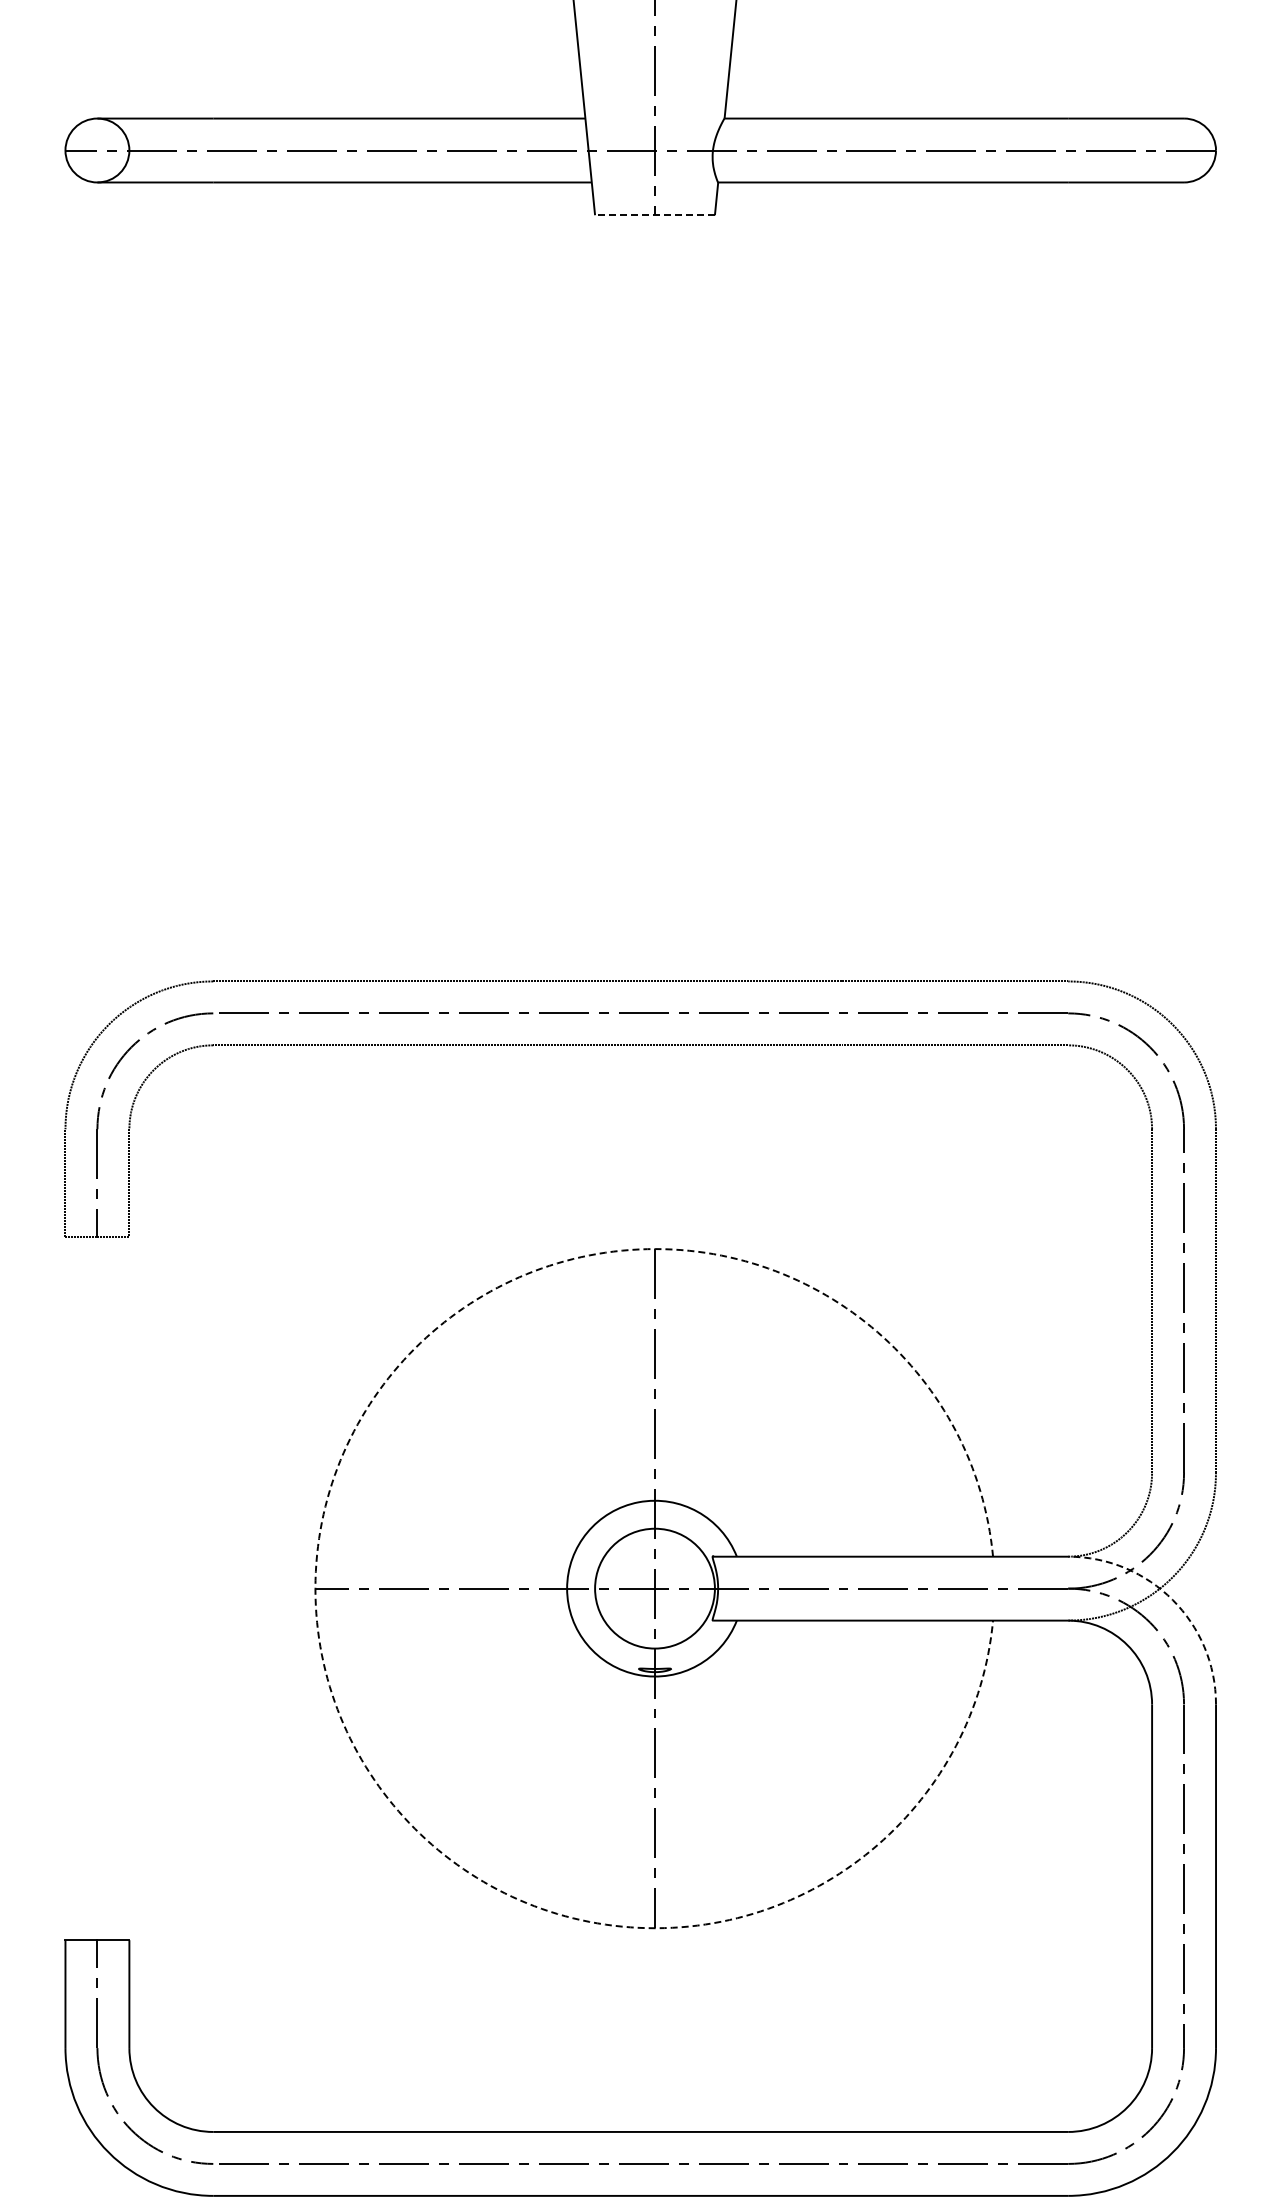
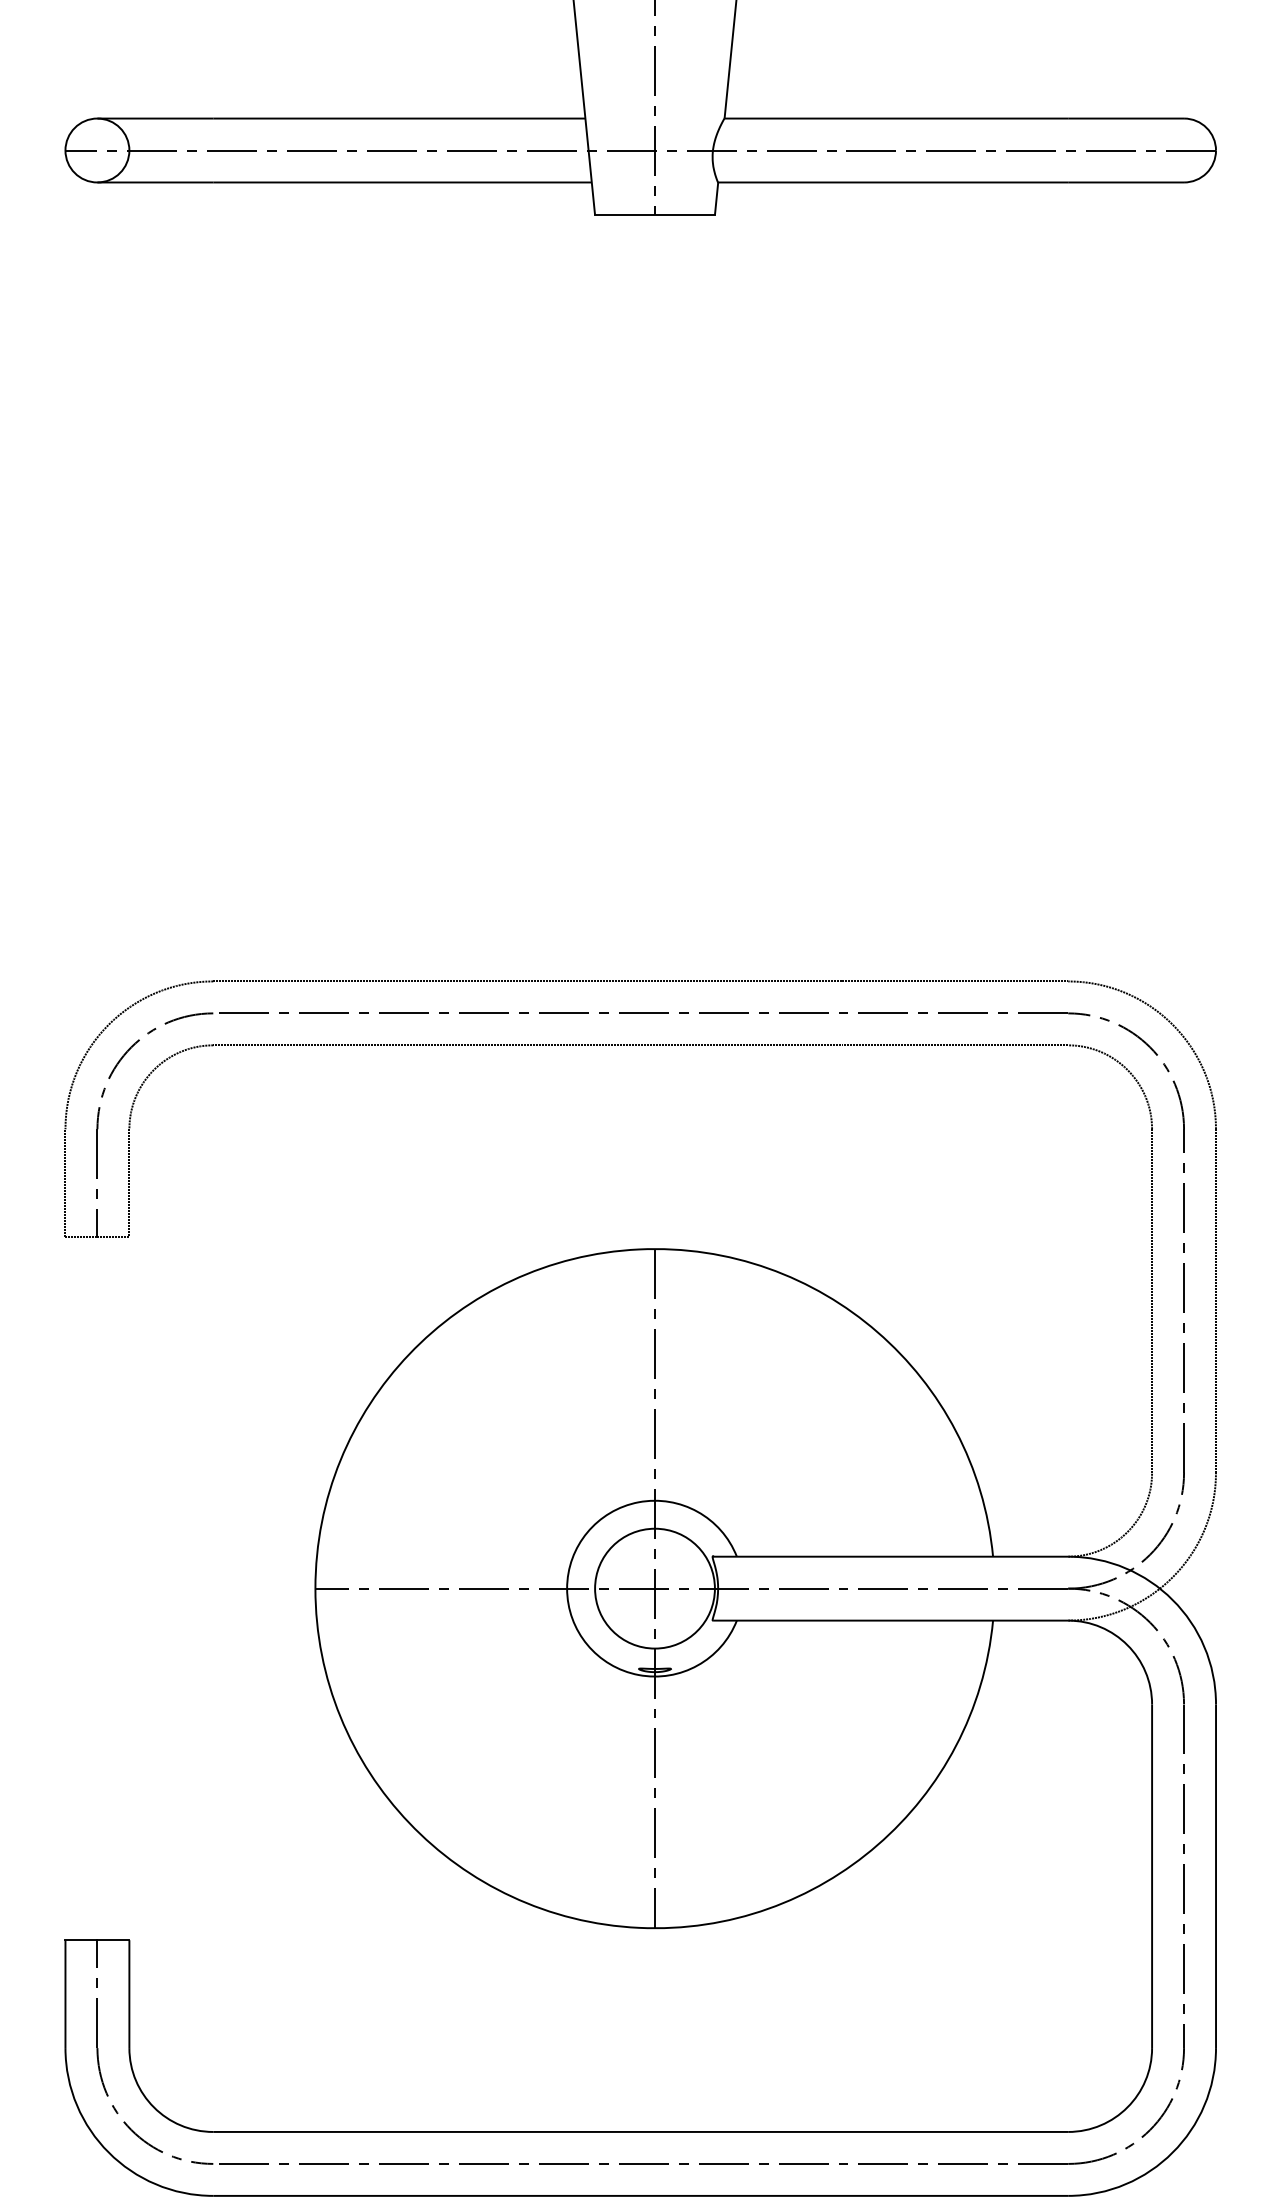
line at (655, 215): dashed -> solid
arc at (315, 1588): dashed -> solid
arc at (1172, 1599): dashed -> solid
